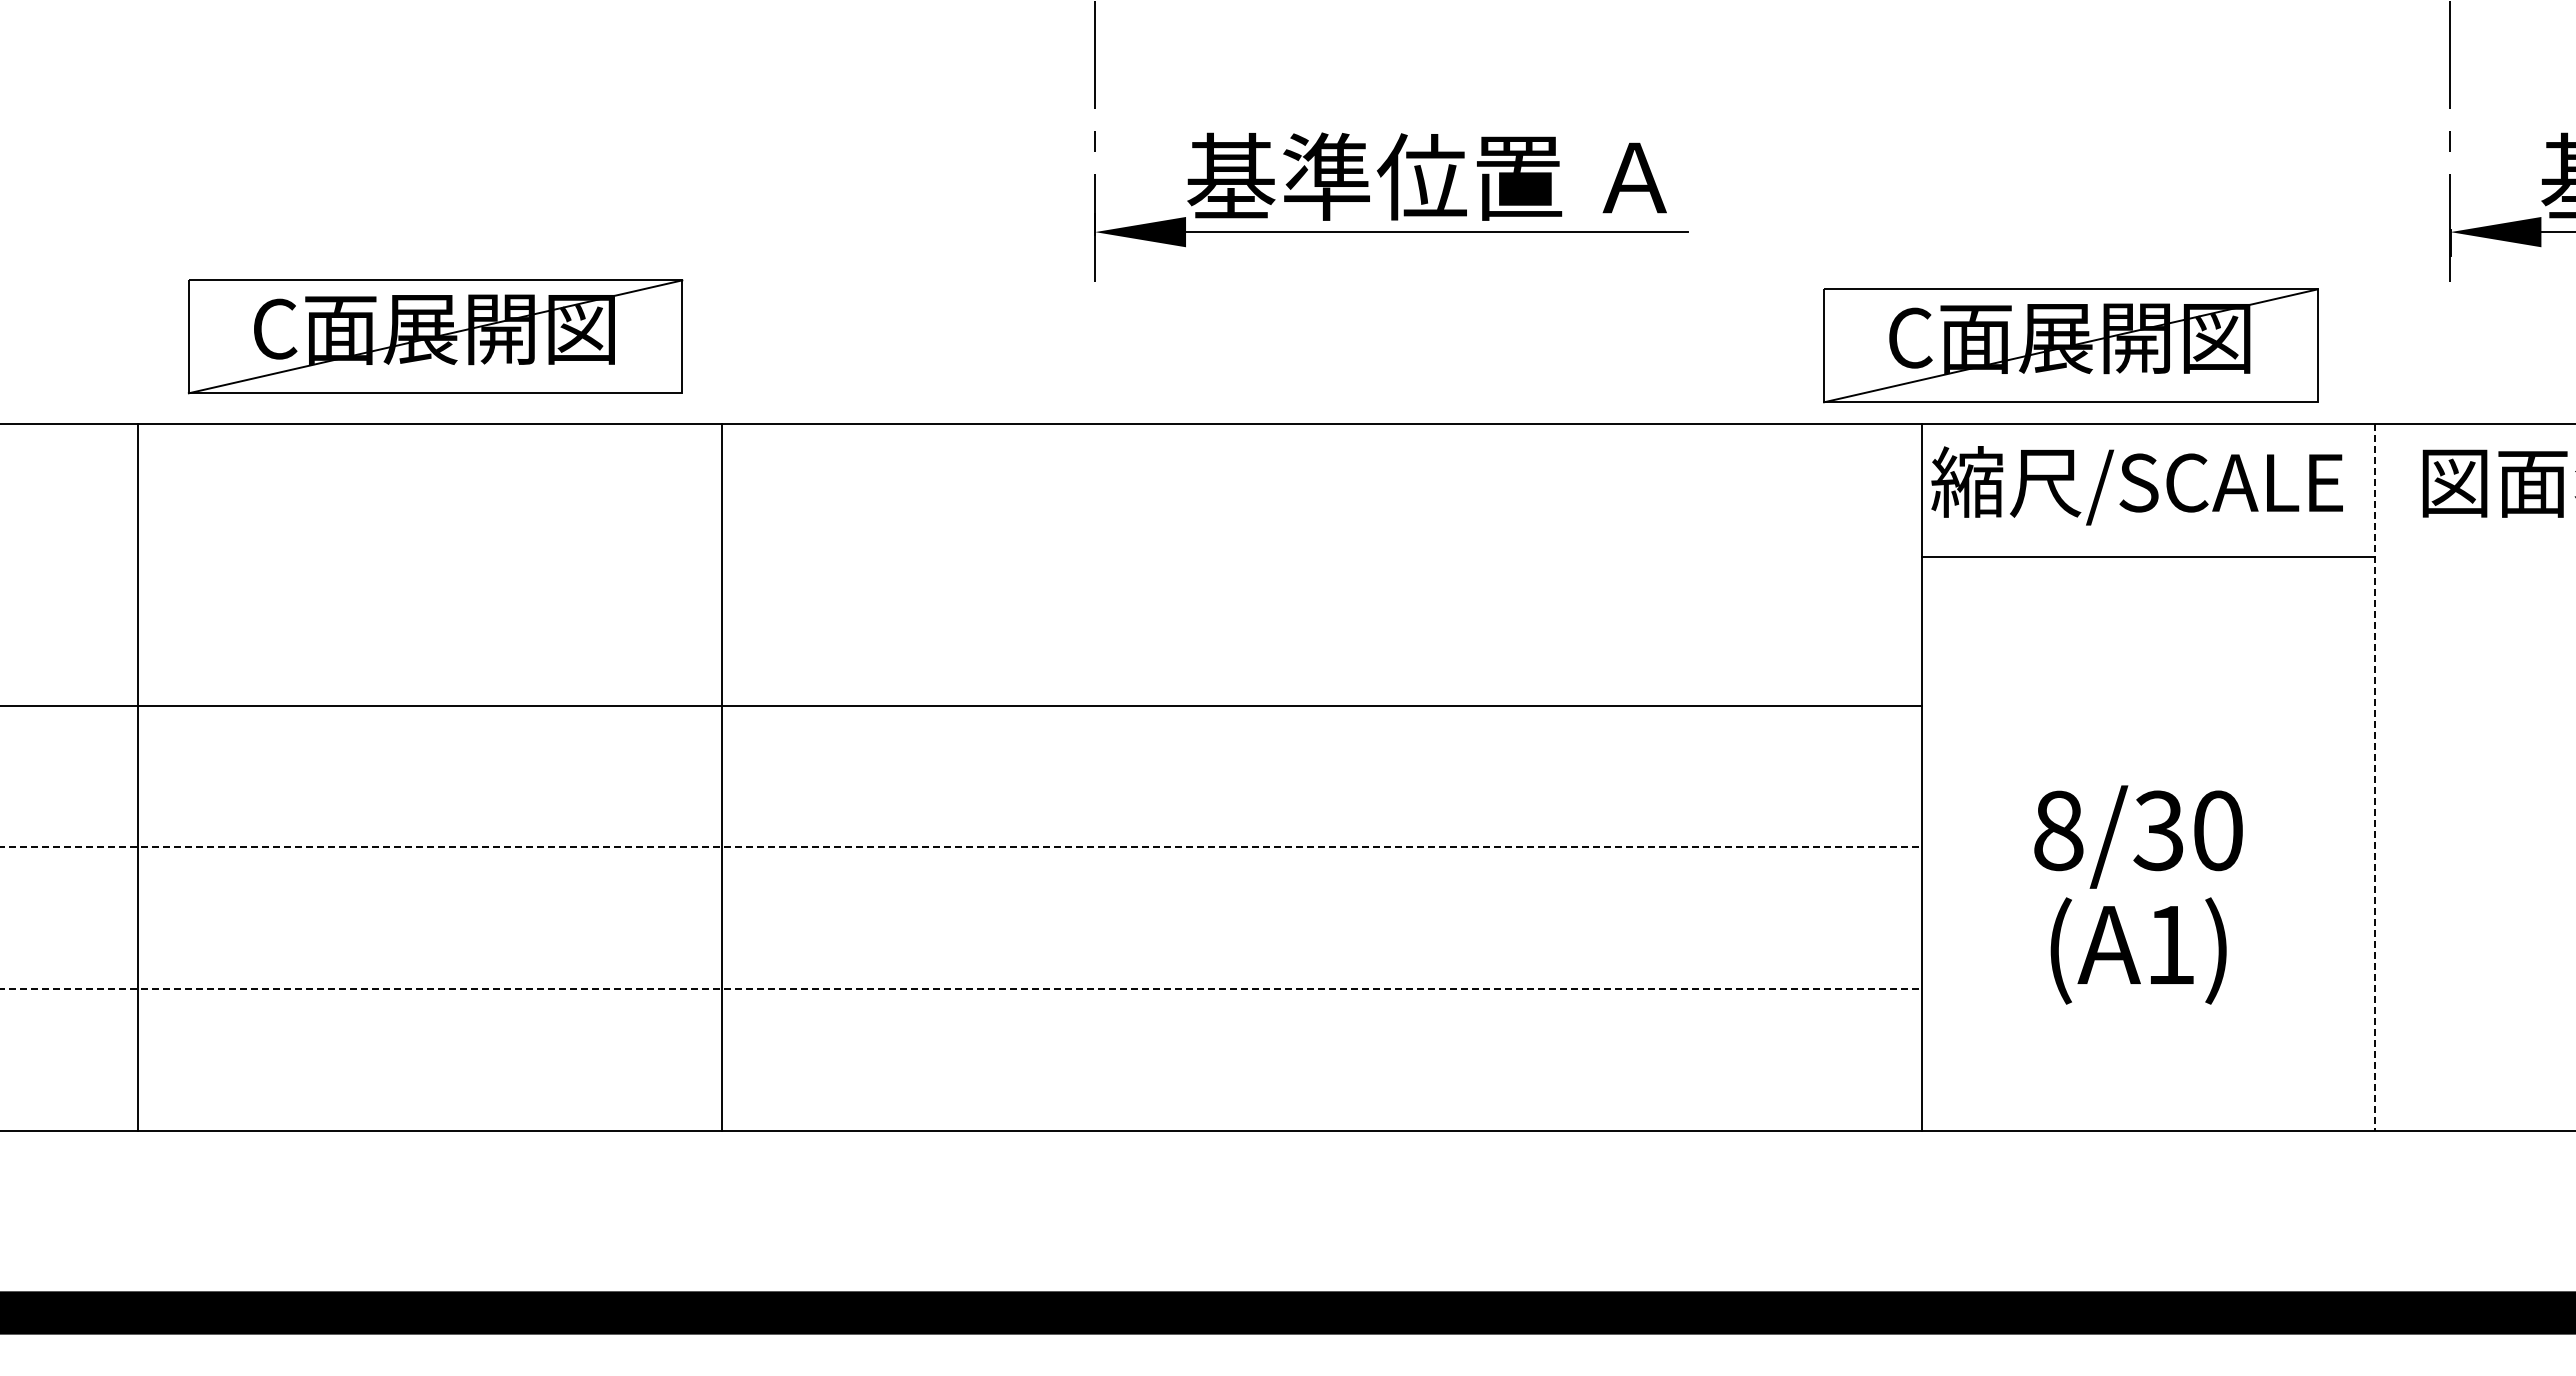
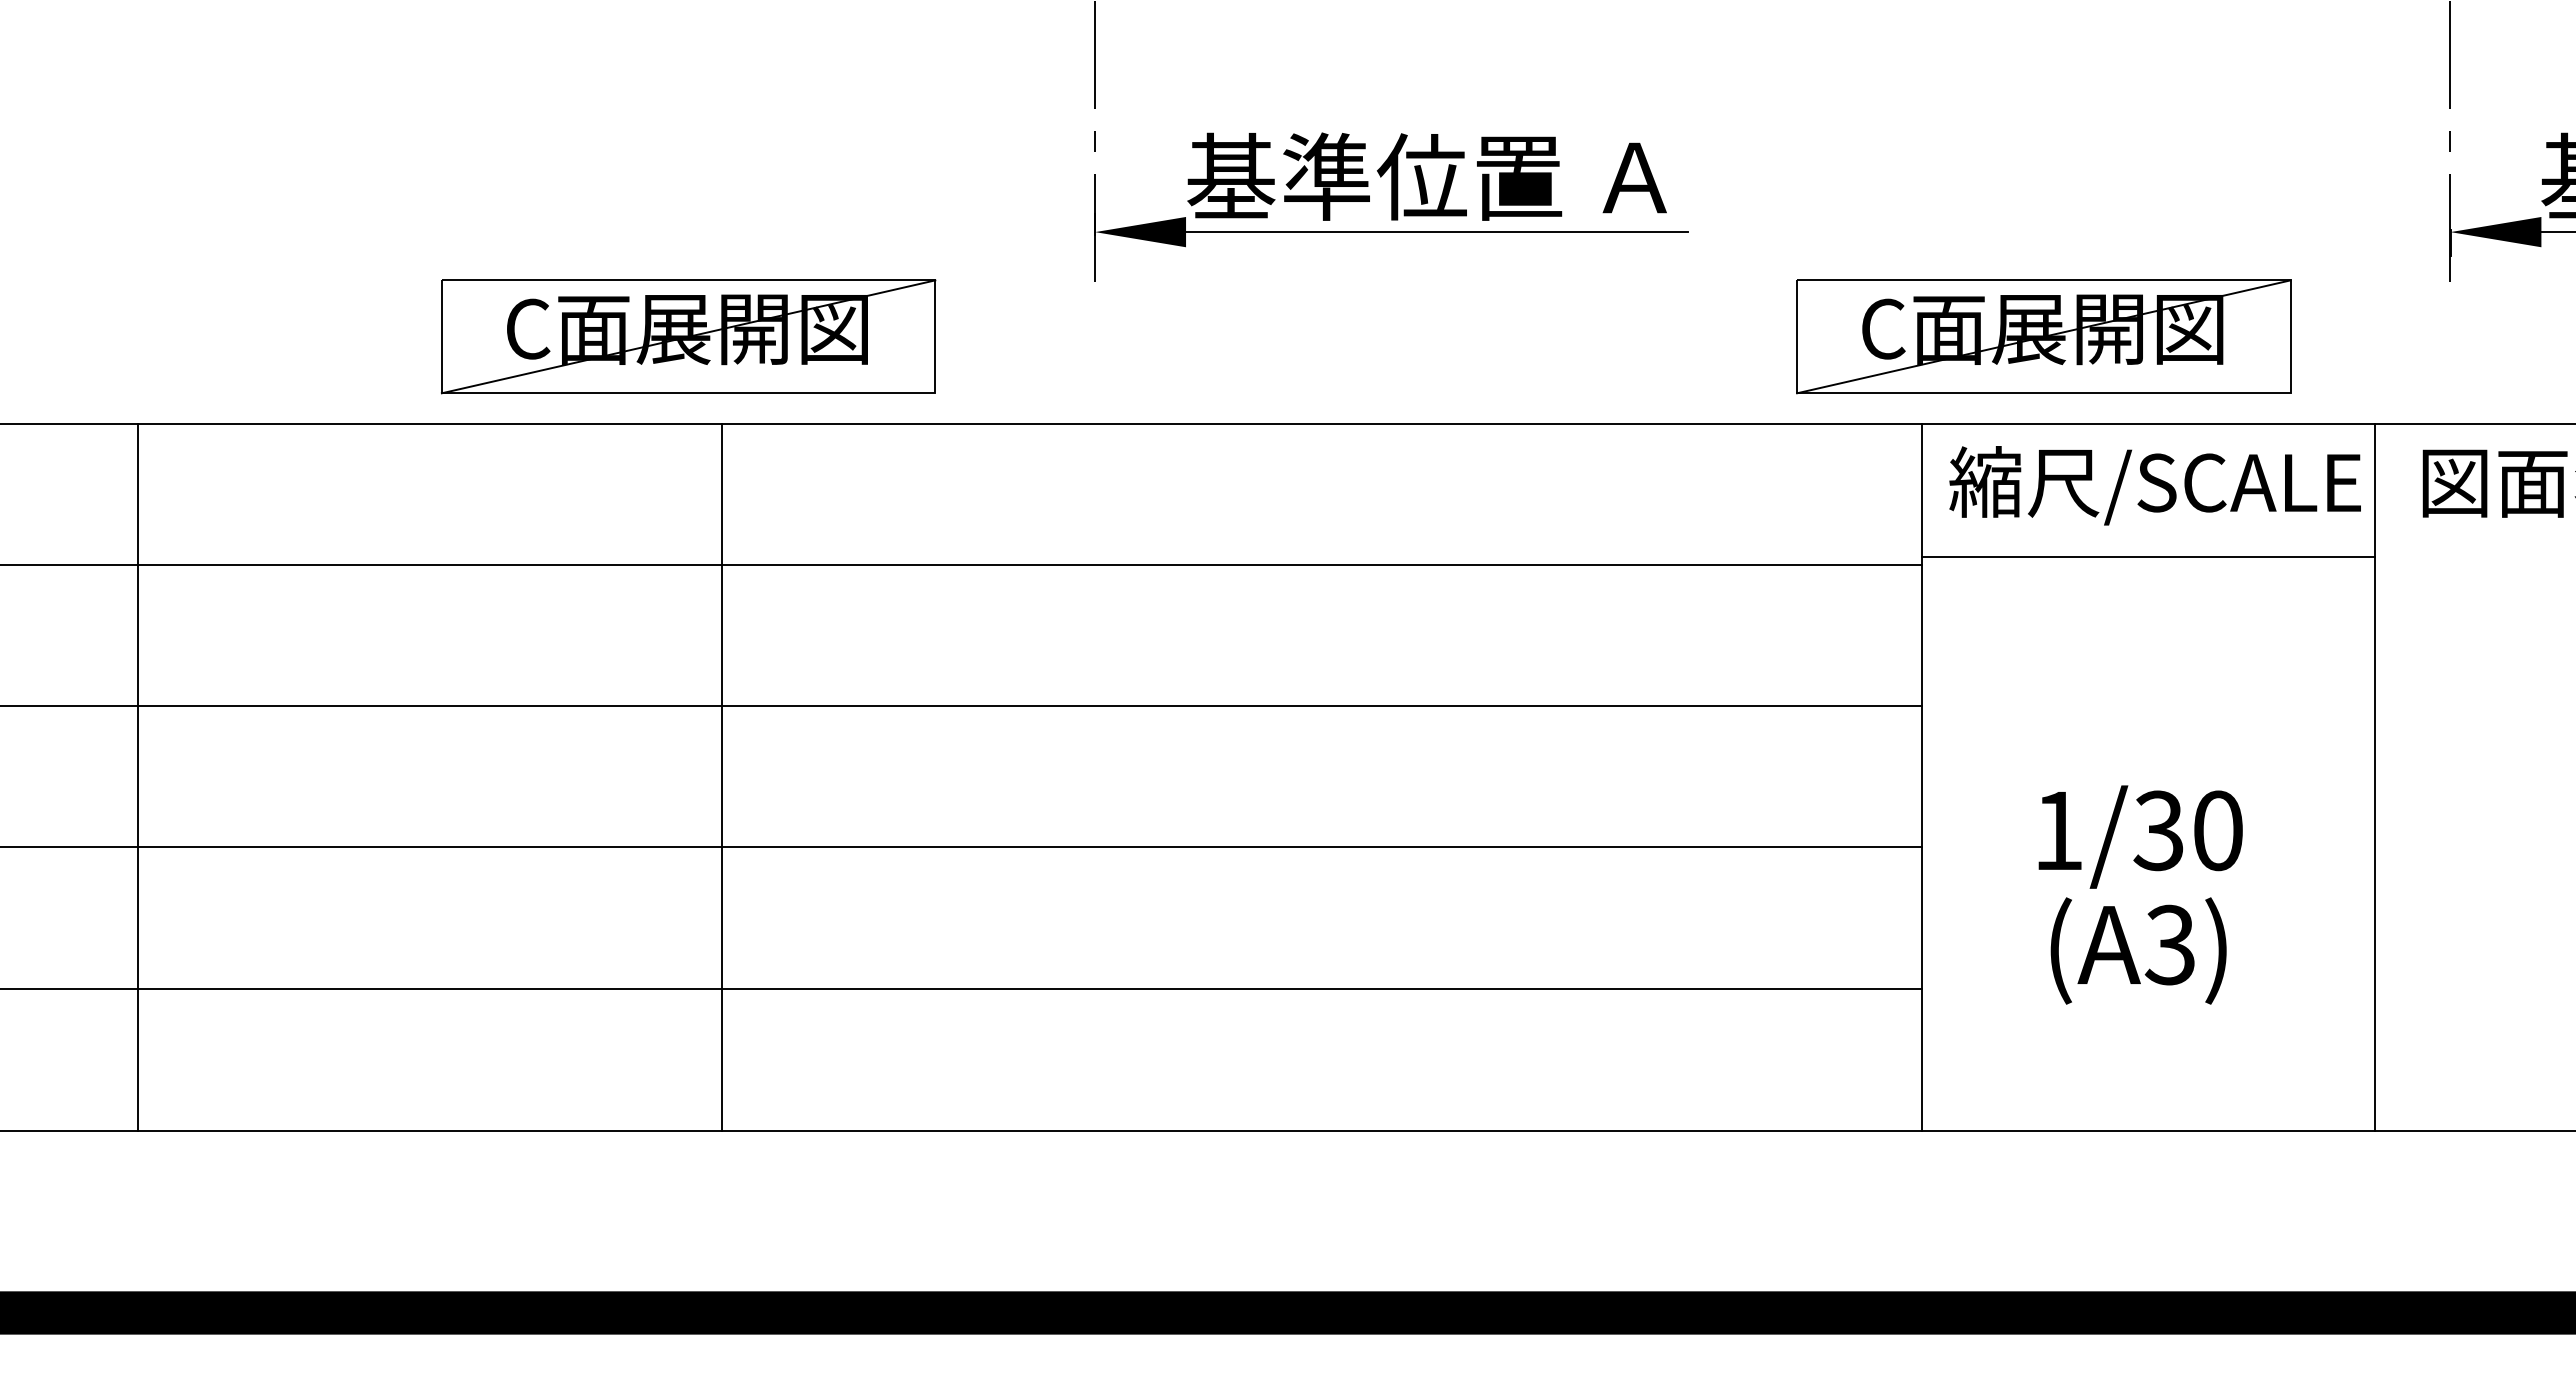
part at (435, 336) position: (435, 336) -> (688, 336)
part at (2070, 345) position: (2070, 345) -> (2043, 336)
text at (2136, 485) position: (2136, 485) -> (2154, 485)
line at (961, 564): none -> present
line at (2375, 777): dashed -> solid
text at (2058, 830): 8/30 -> 1/30
line at (961, 846): dashed -> solid
text at (2169, 944): (A1) -> (A3)
line at (961, 988): dashed -> solid
